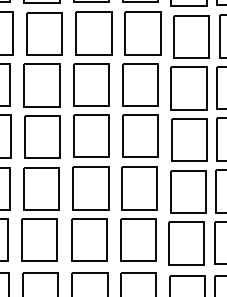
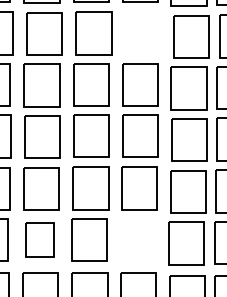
part at (142, 33): present -> none
part at (39, 239) size: 37x44 px -> 30x36 px
part at (138, 239): present -> none
